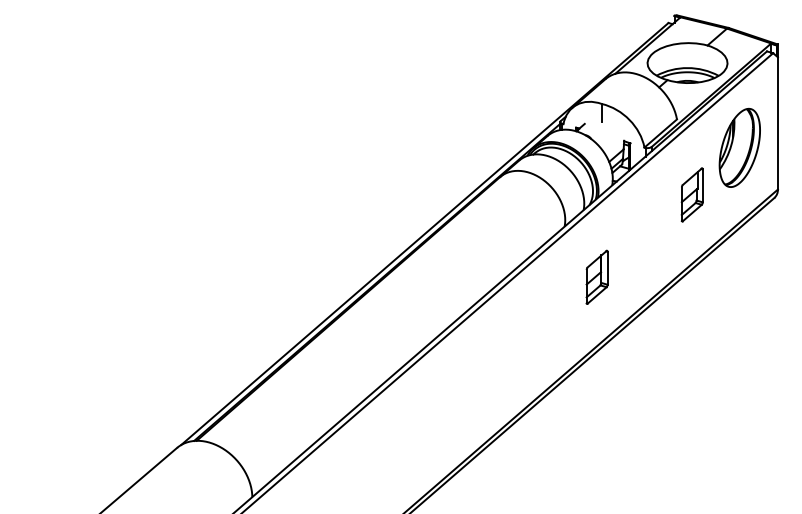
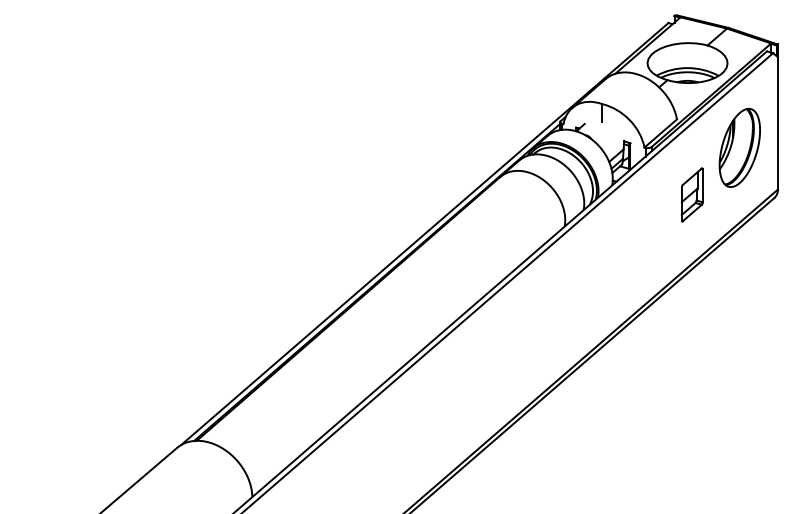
part at (596, 276): present -> none
